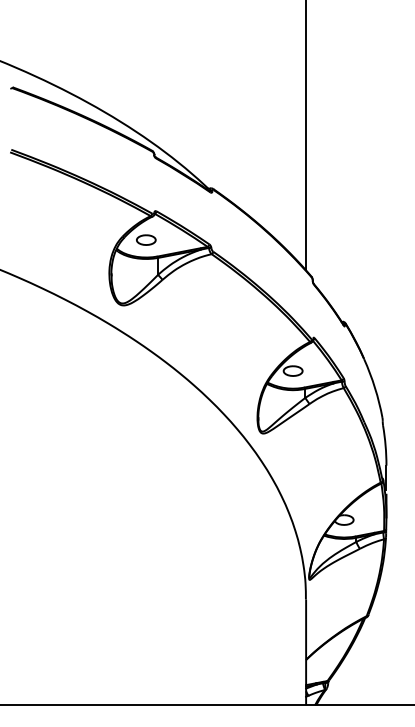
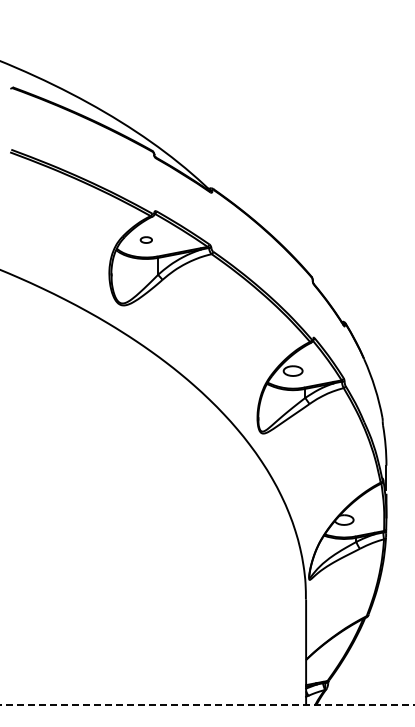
line at (306, 136): present -> none
part at (146, 239) size: 21x12 px -> 14x8 px
line at (207, 705): solid -> dashed
